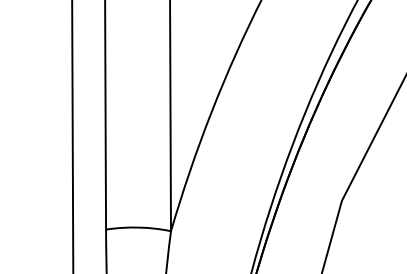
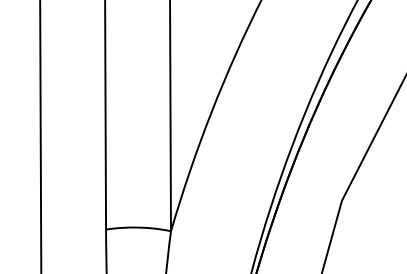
line at (72, 136) position: (72, 136) -> (40, 136)
